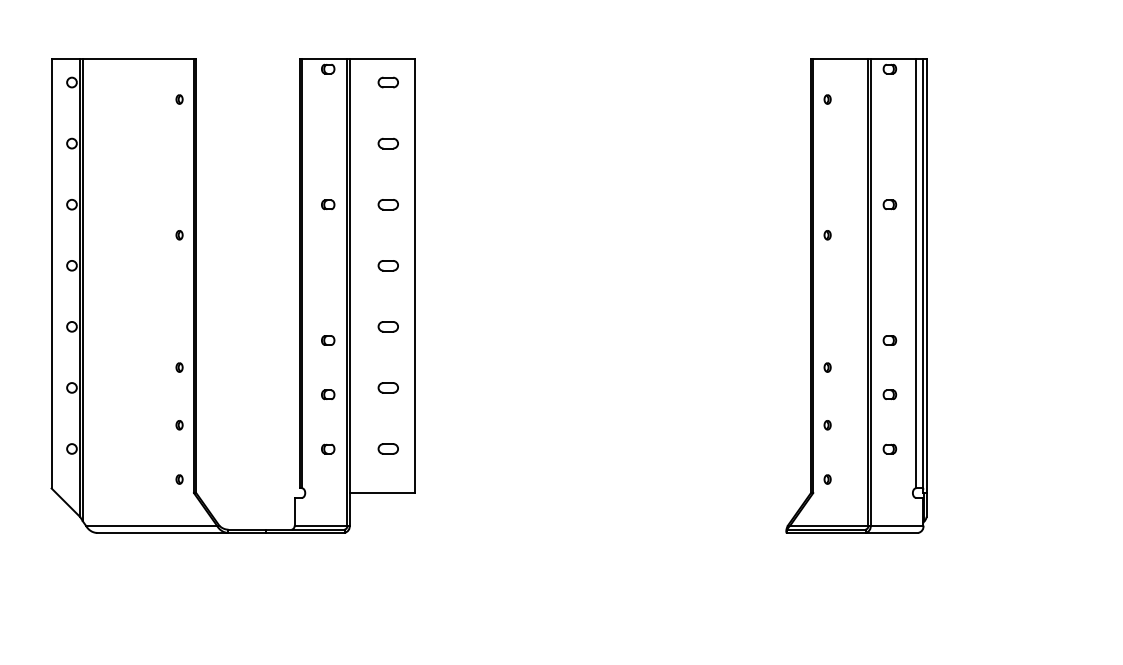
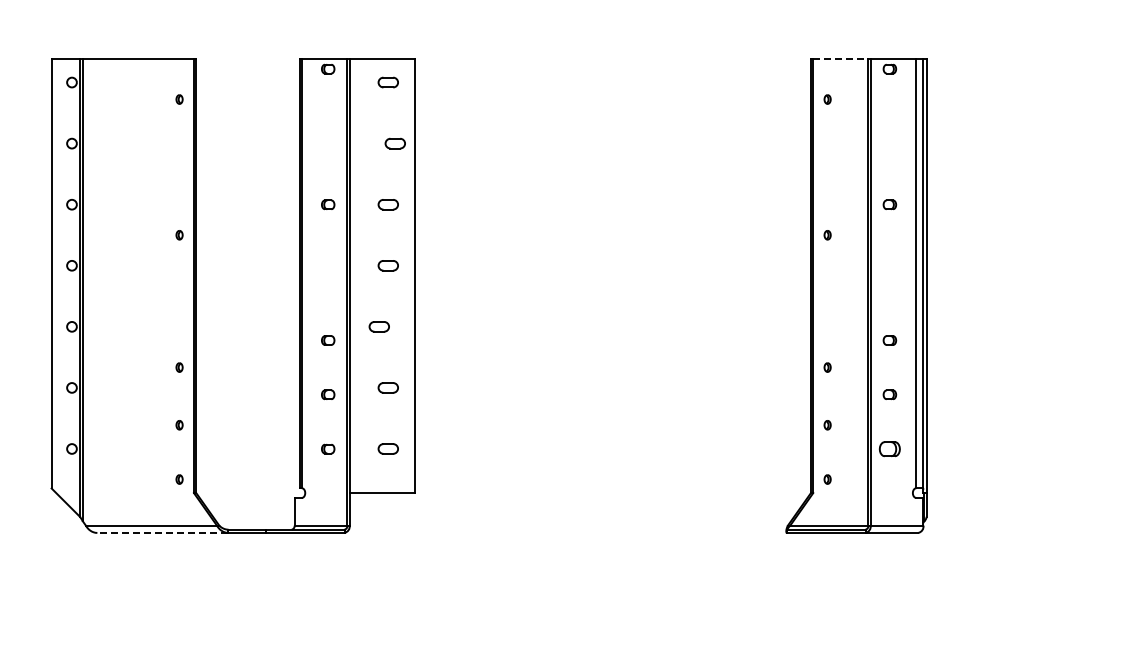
line at (840, 58): solid -> dashed
part at (387, 143) position: (387, 143) -> (394, 143)
part at (387, 326) position: (387, 326) -> (378, 326)
part at (889, 448) size: 16x12 px -> 23x17 px
line at (162, 532): solid -> dashed
